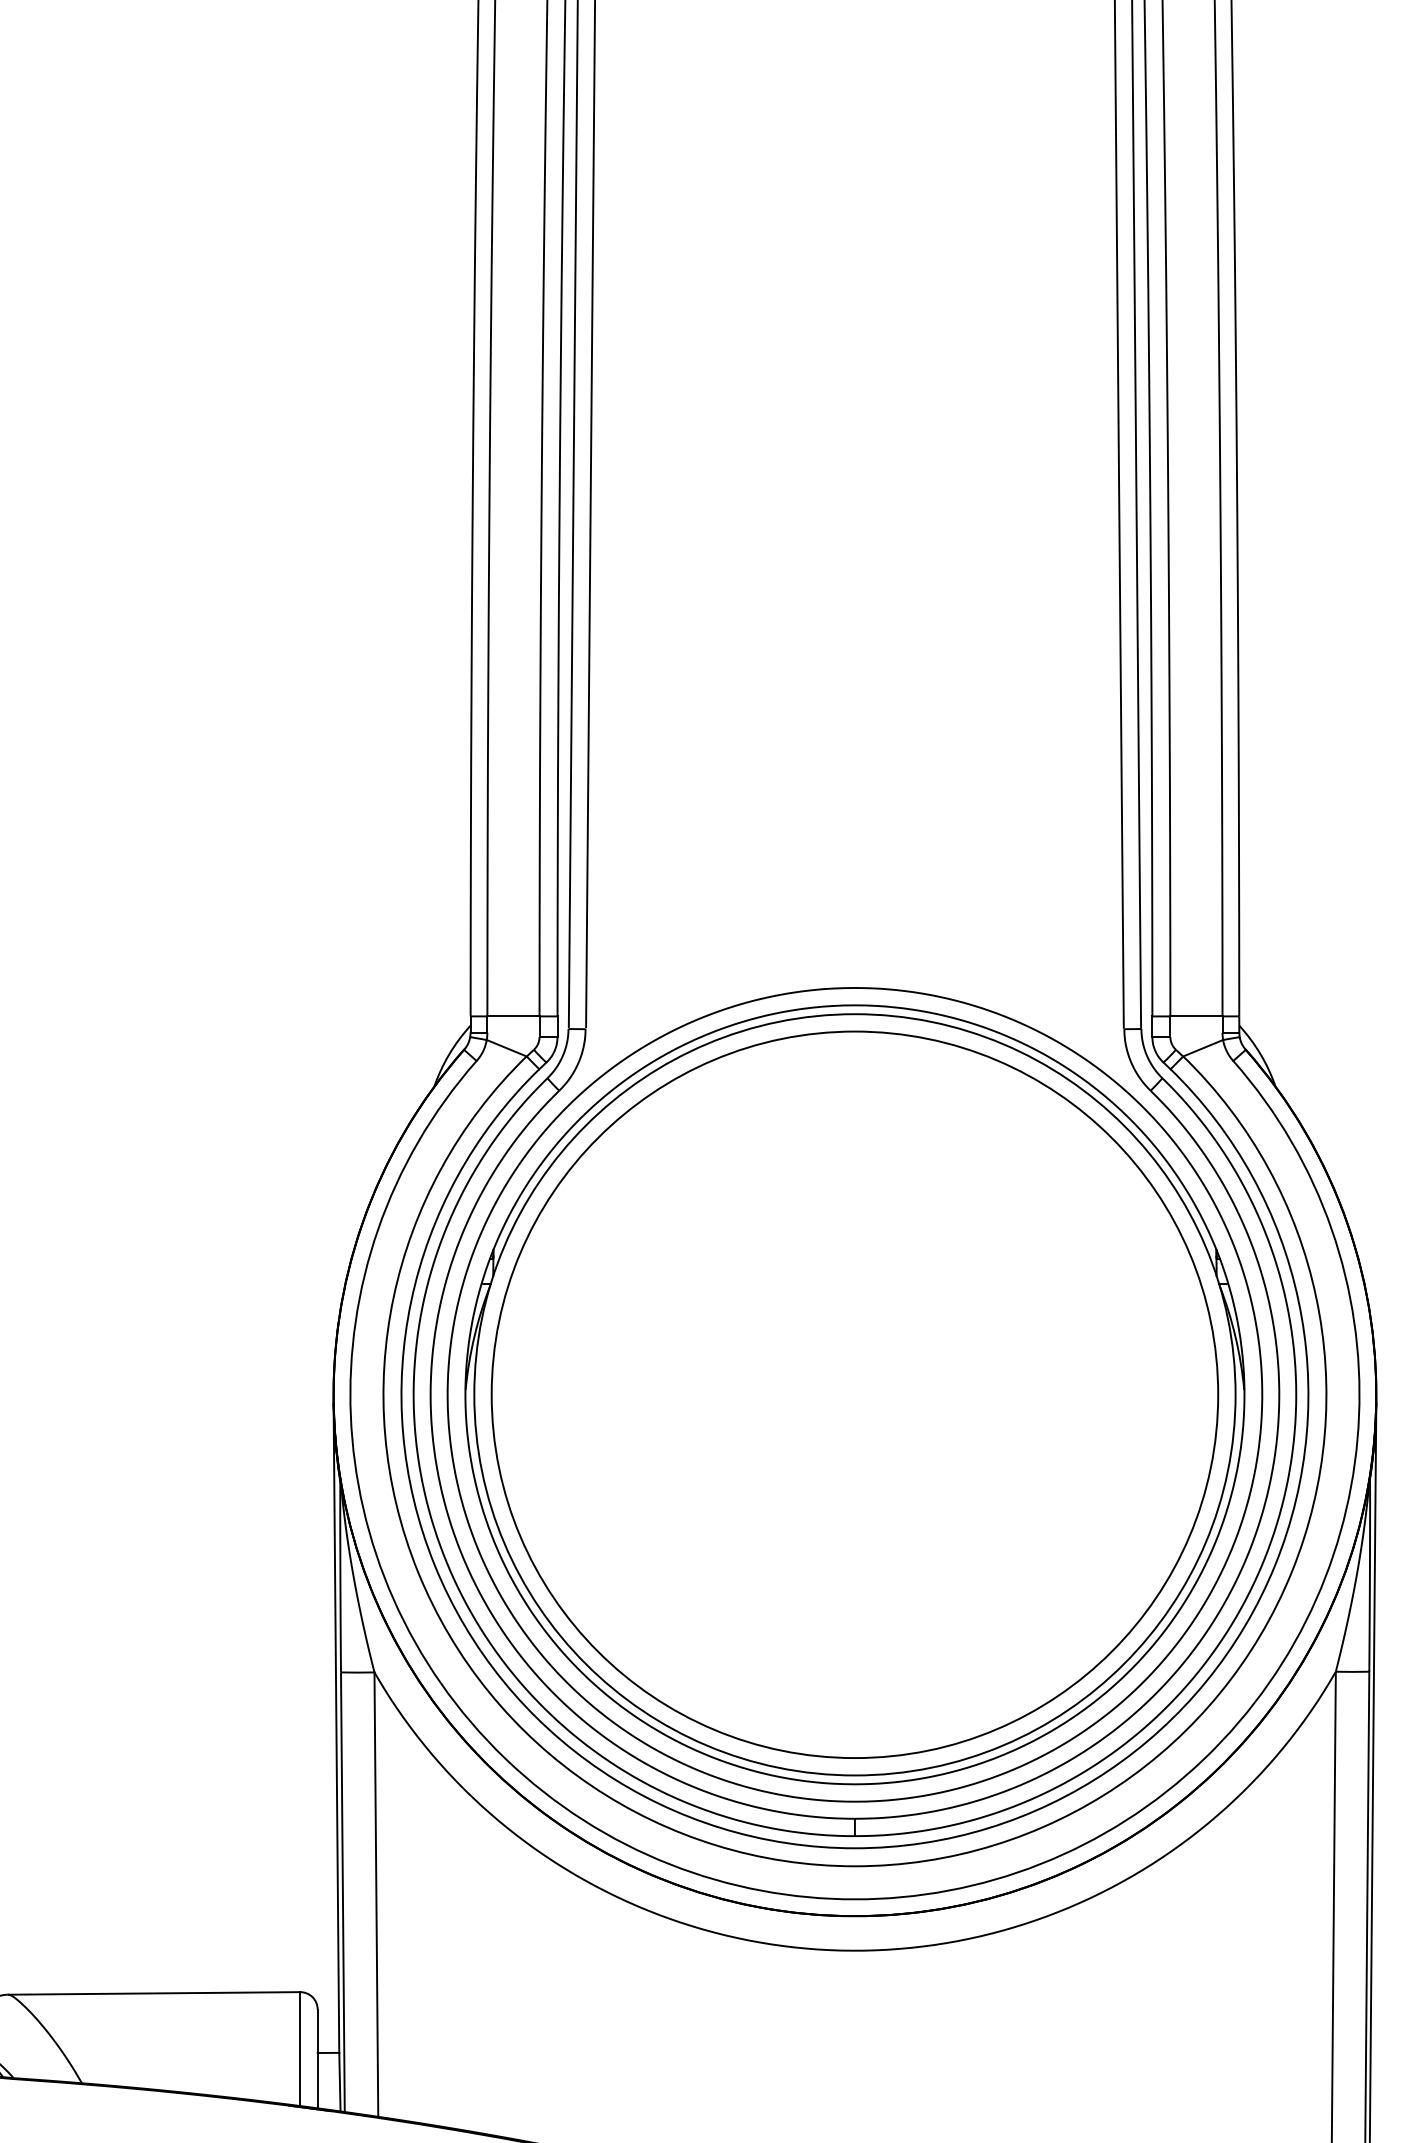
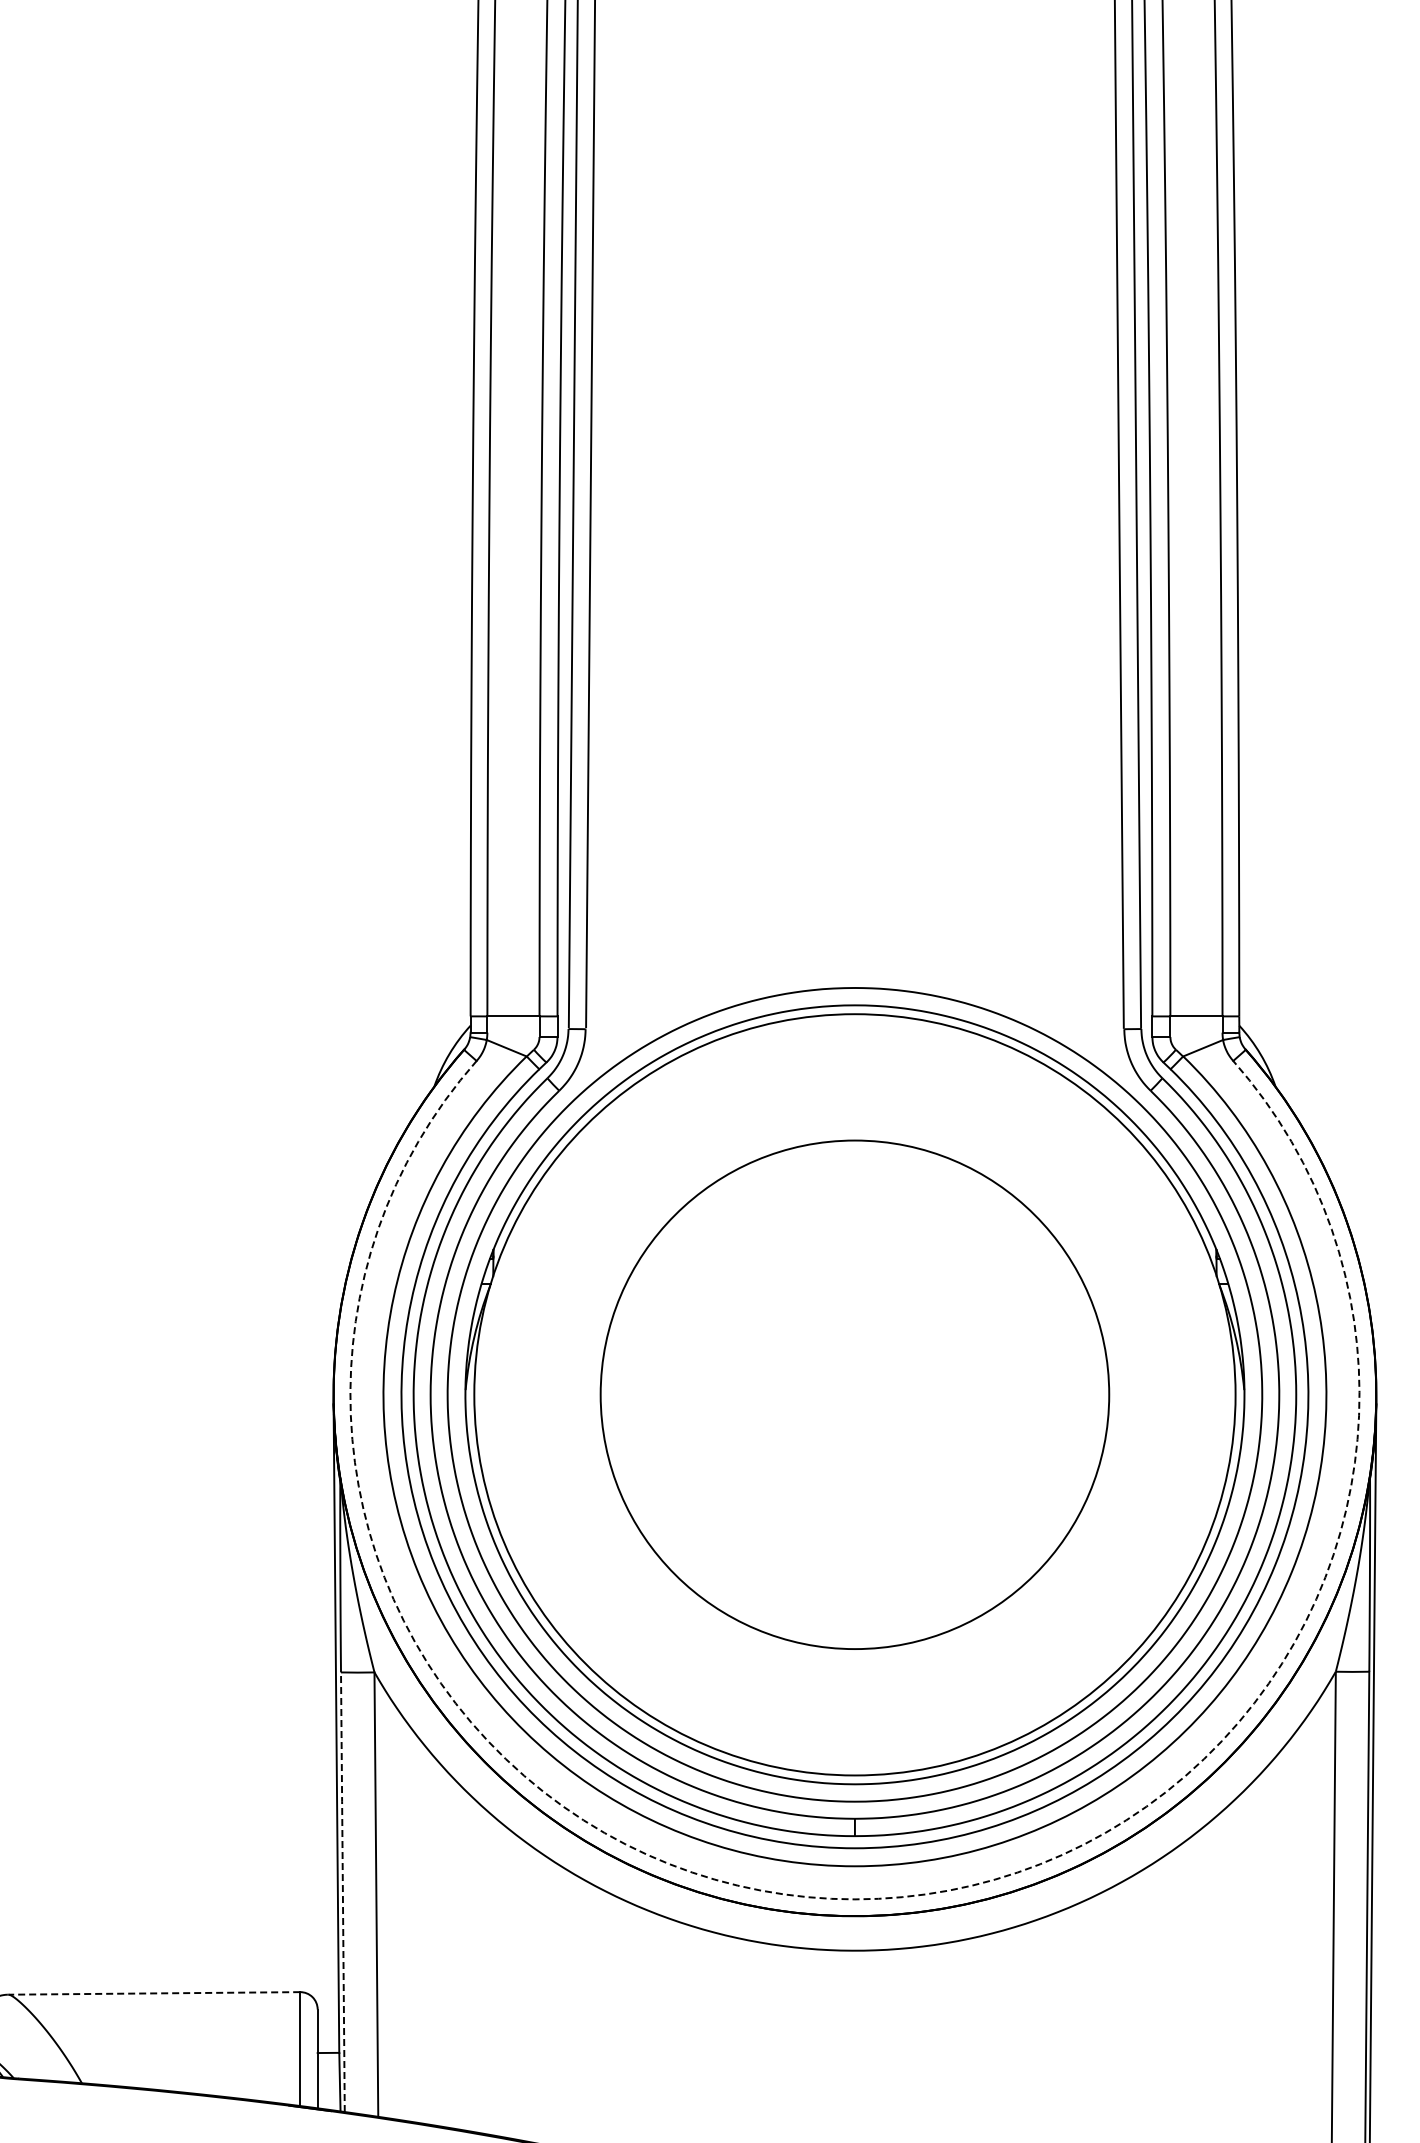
circle at (854, 1394) diameter: 727 px -> 509 px
line at (342, 1892): solid -> dashed
arc at (854, 1899): solid -> dashed
line at (154, 1993): solid -> dashed
